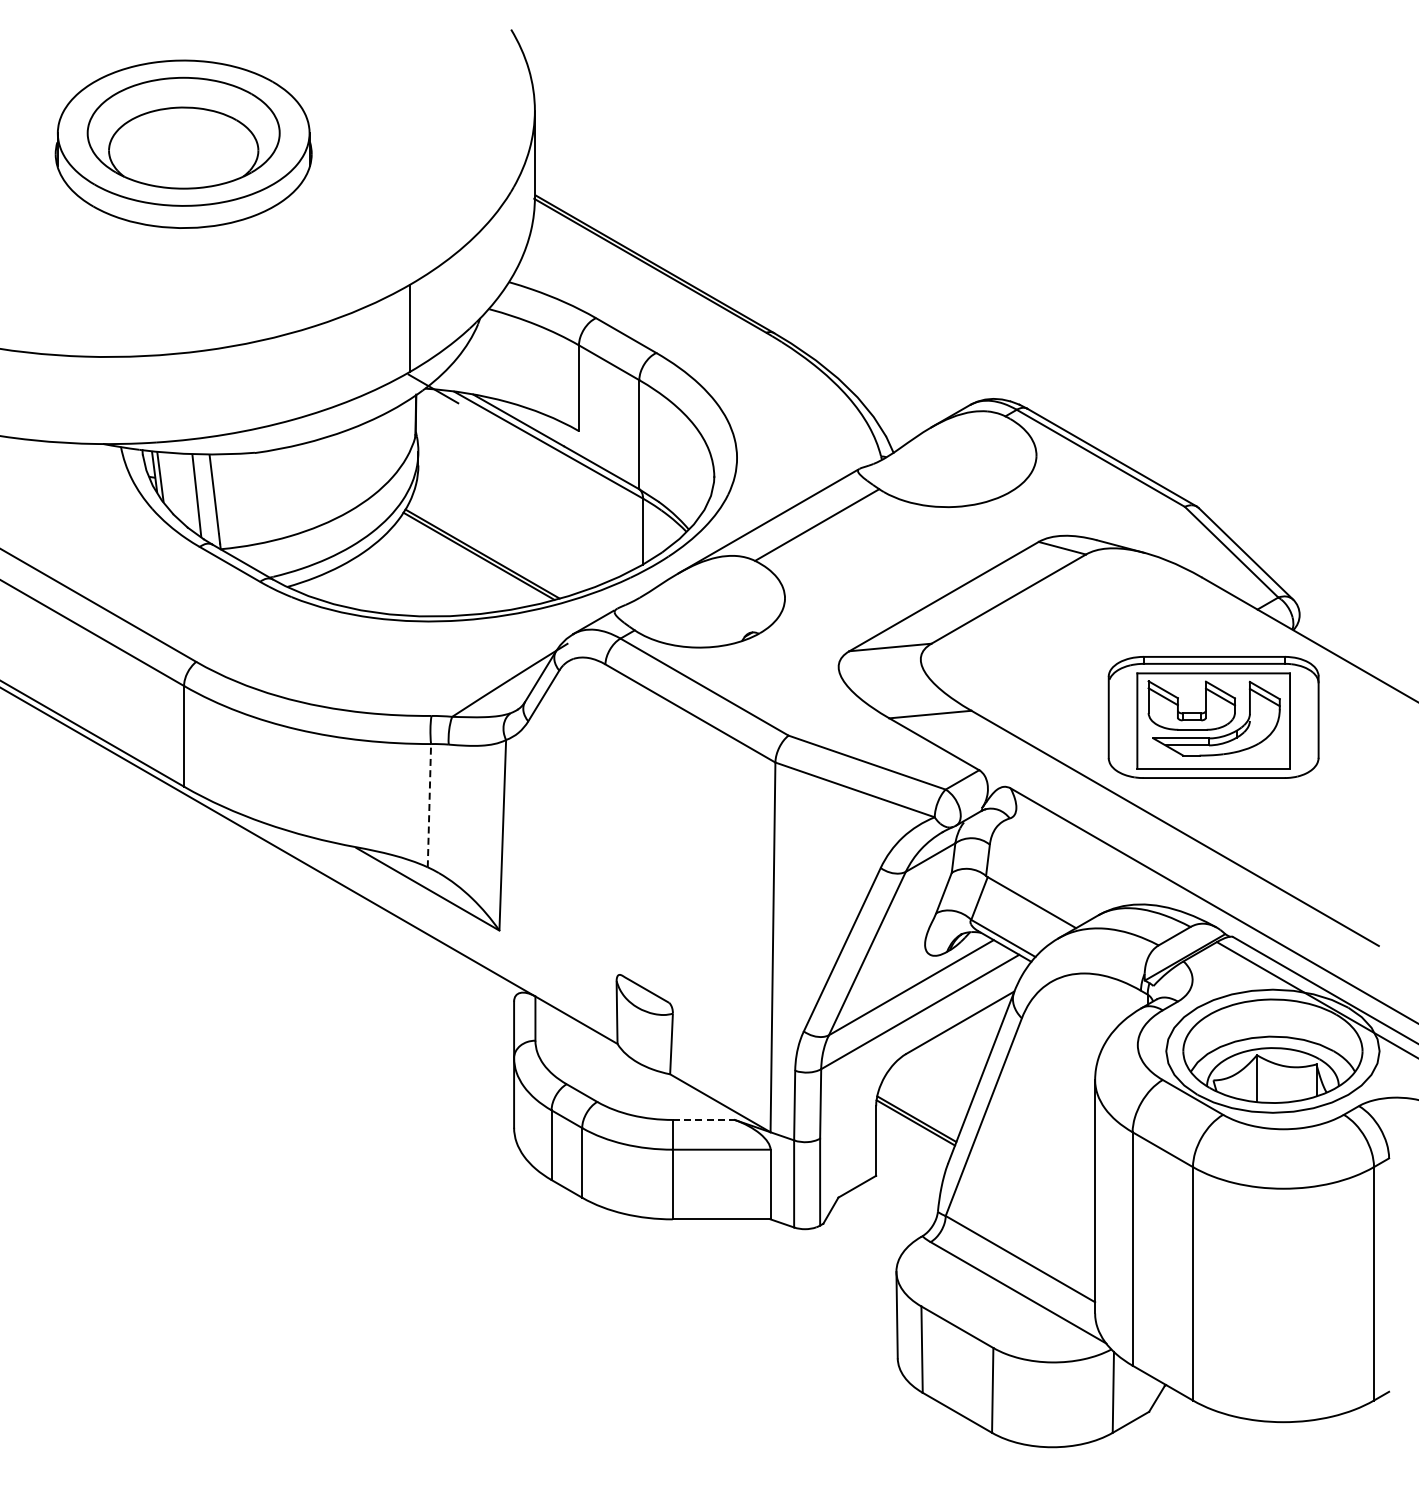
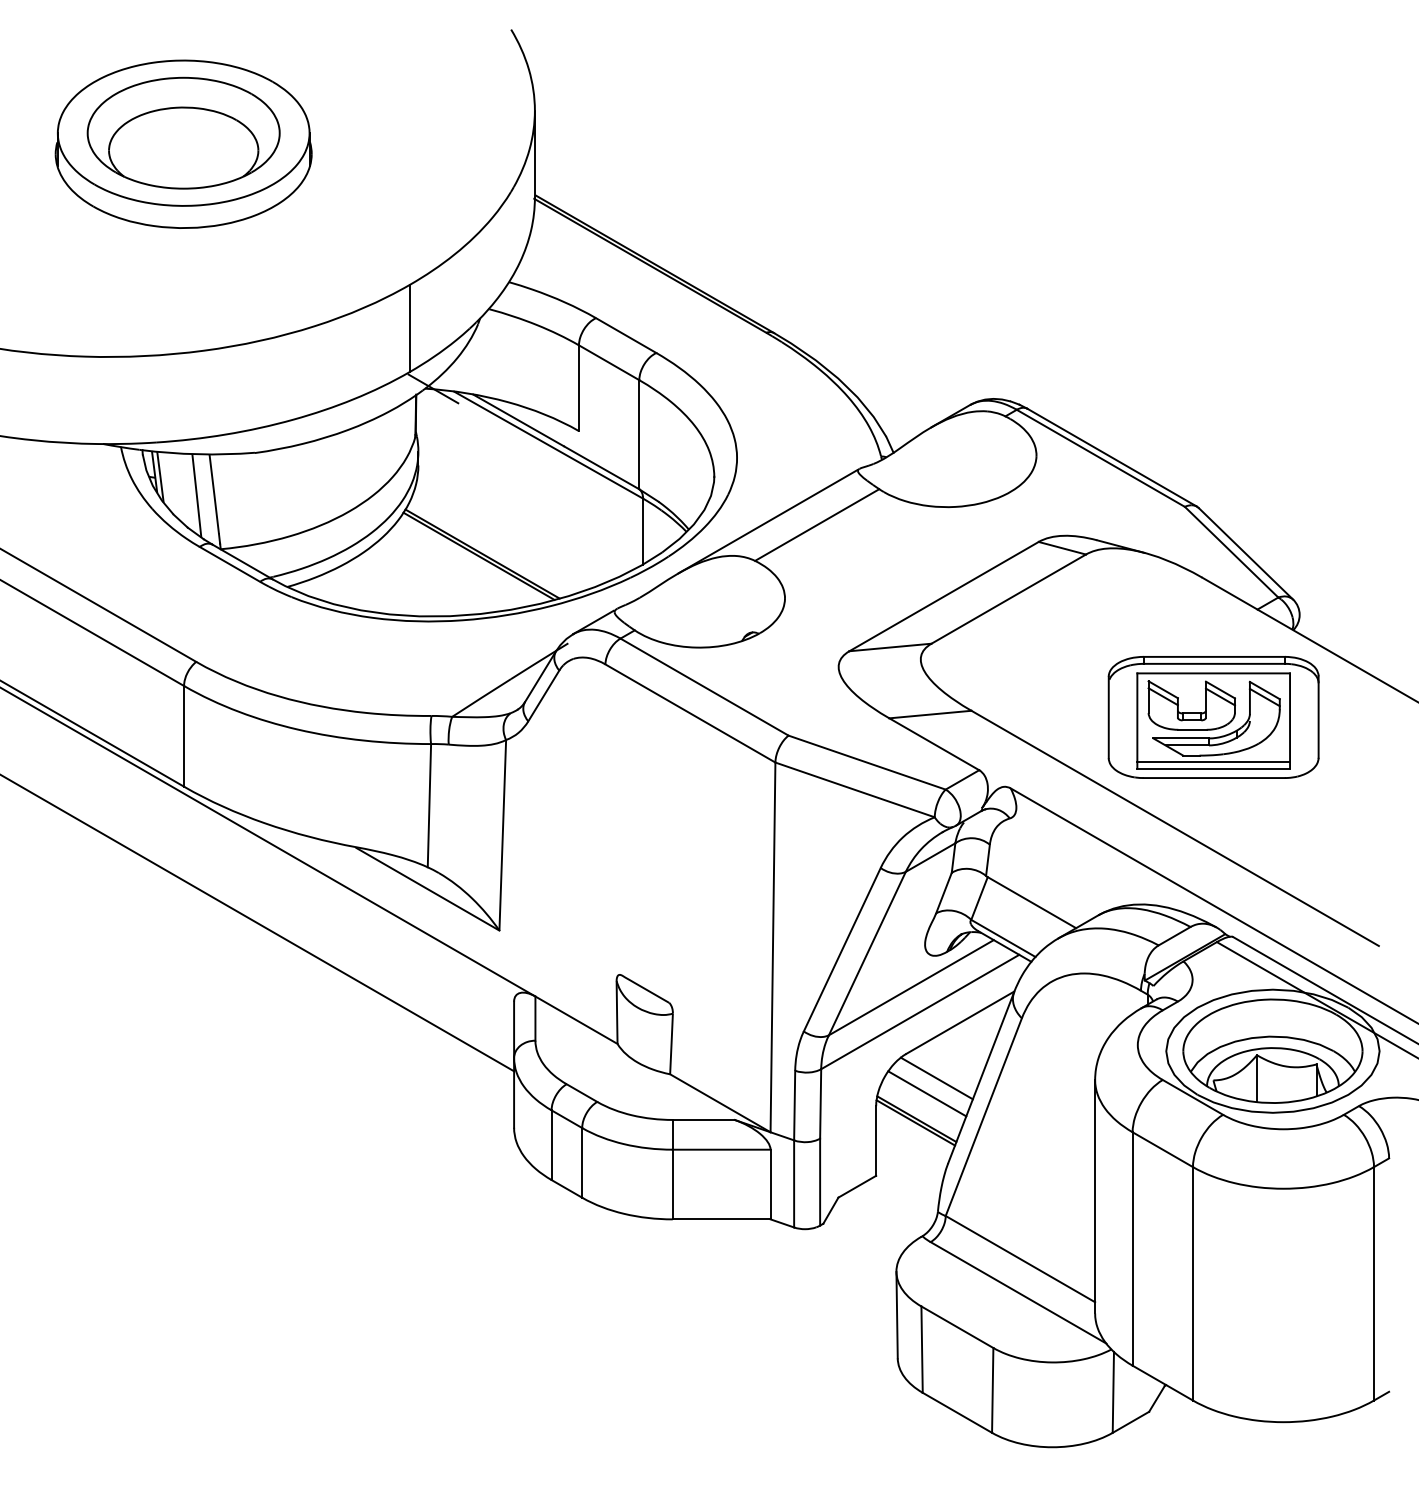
line at (1213, 761): none -> present
line at (429, 805): dashed -> solid
line at (258, 923): none -> present
line at (936, 1078): none -> present
line at (927, 1093): none -> present
line at (703, 1119): dashed -> solid
